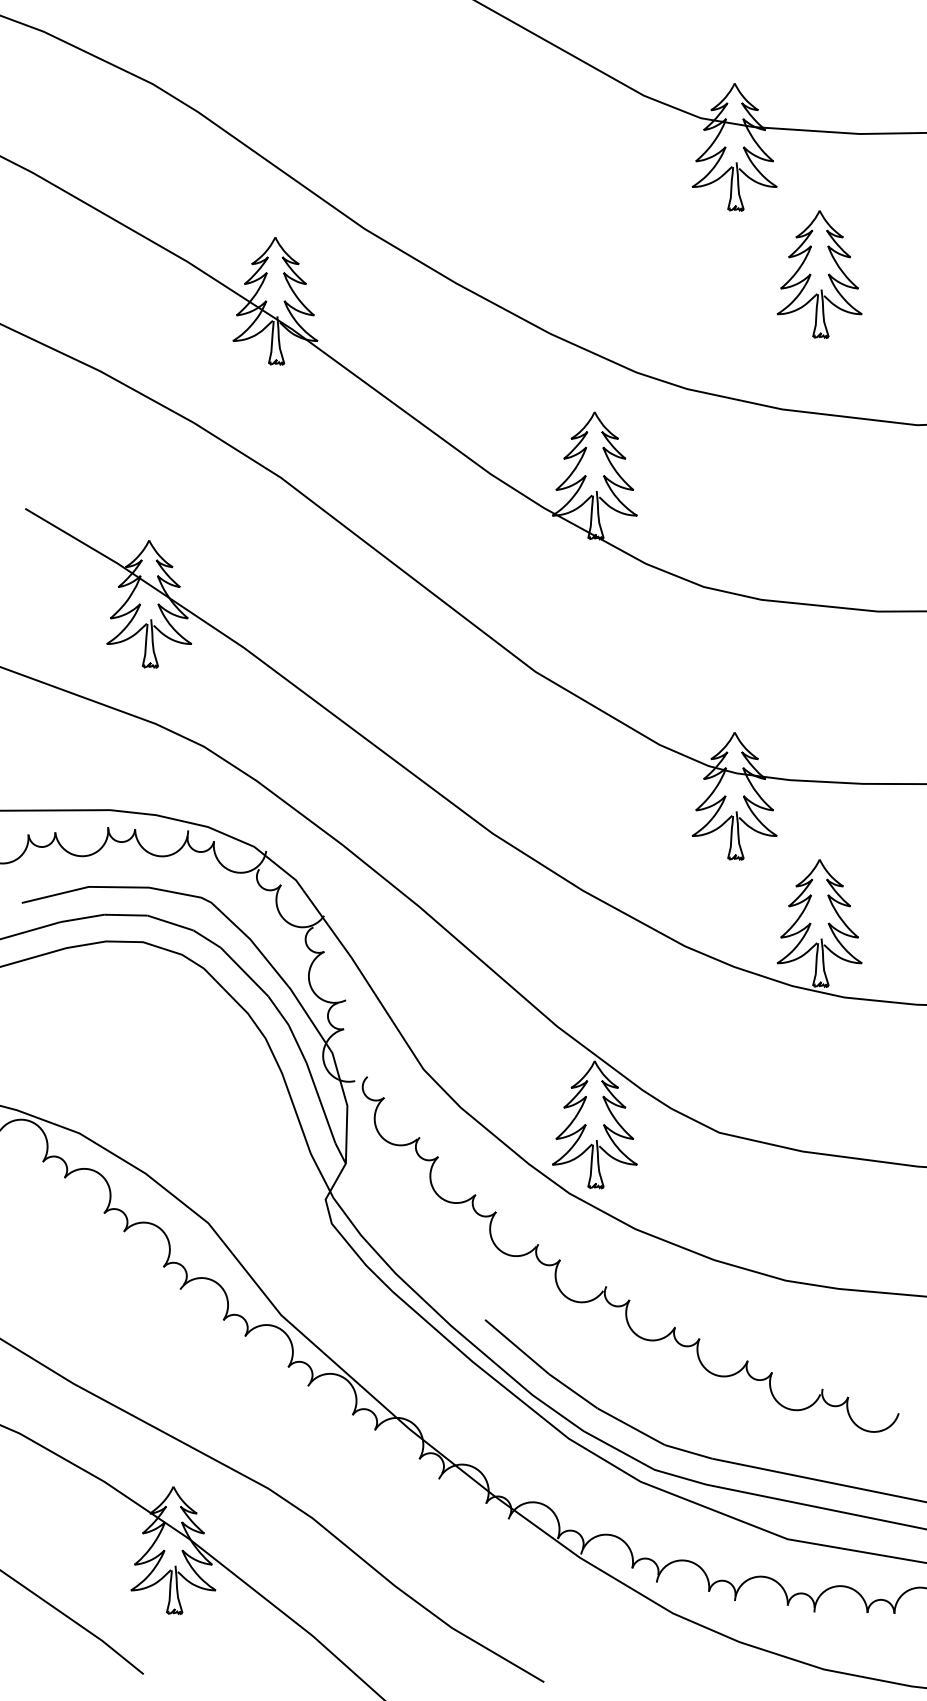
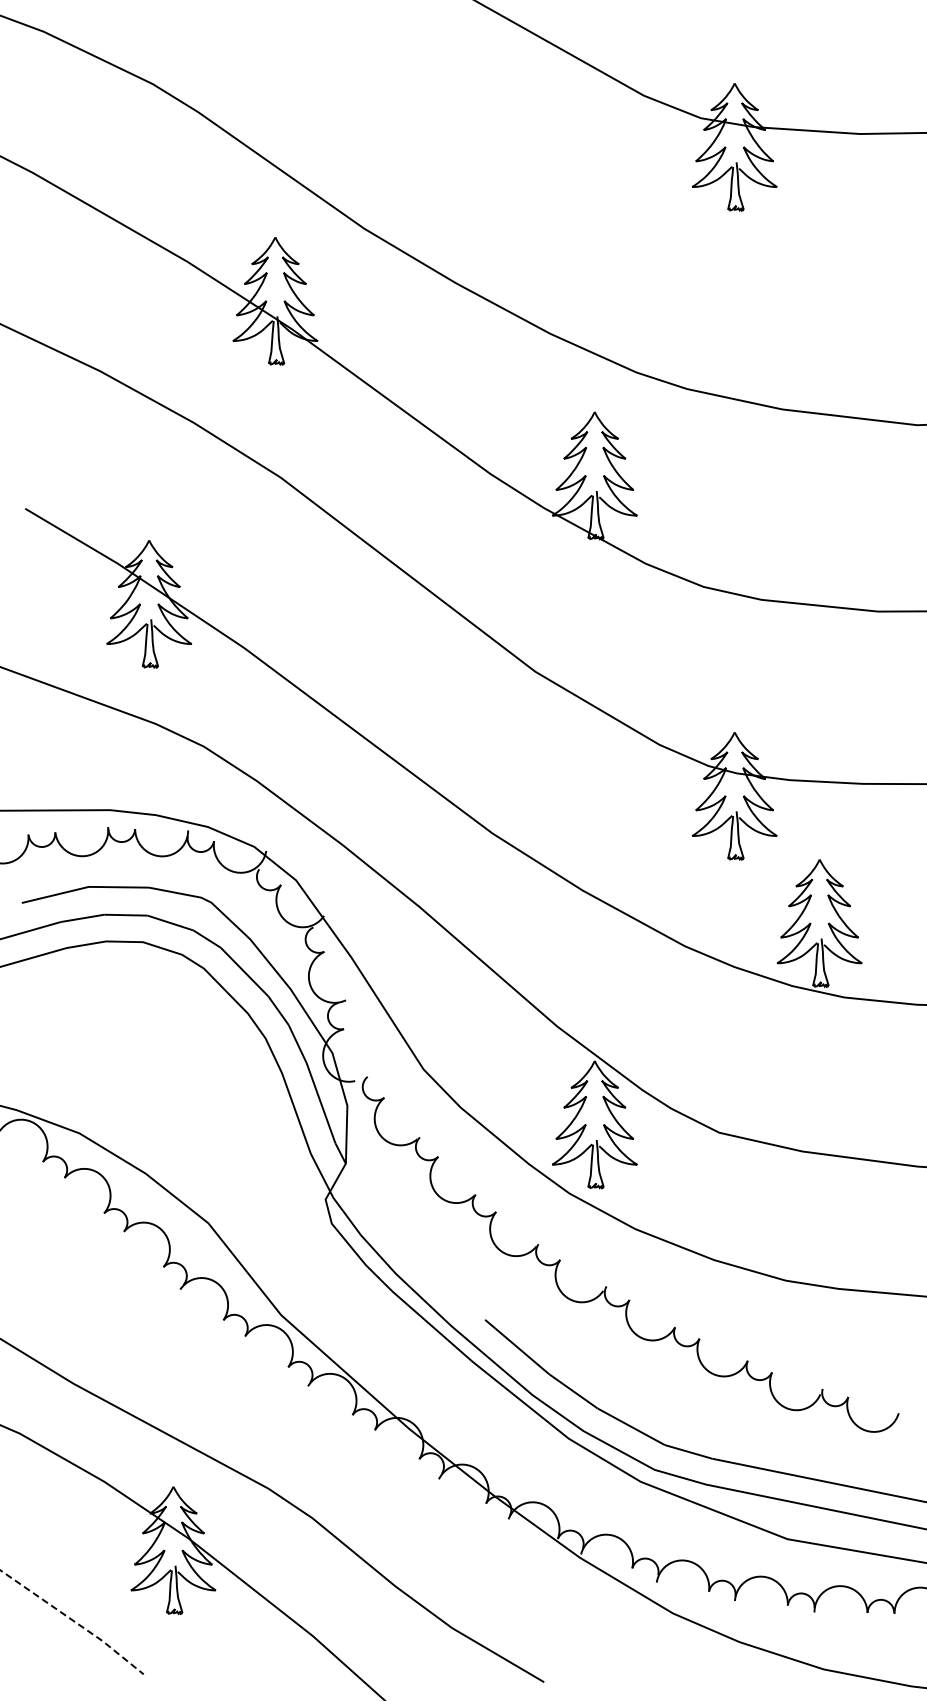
part at (819, 274): present -> none
line at (73, 1621): solid -> dashed
